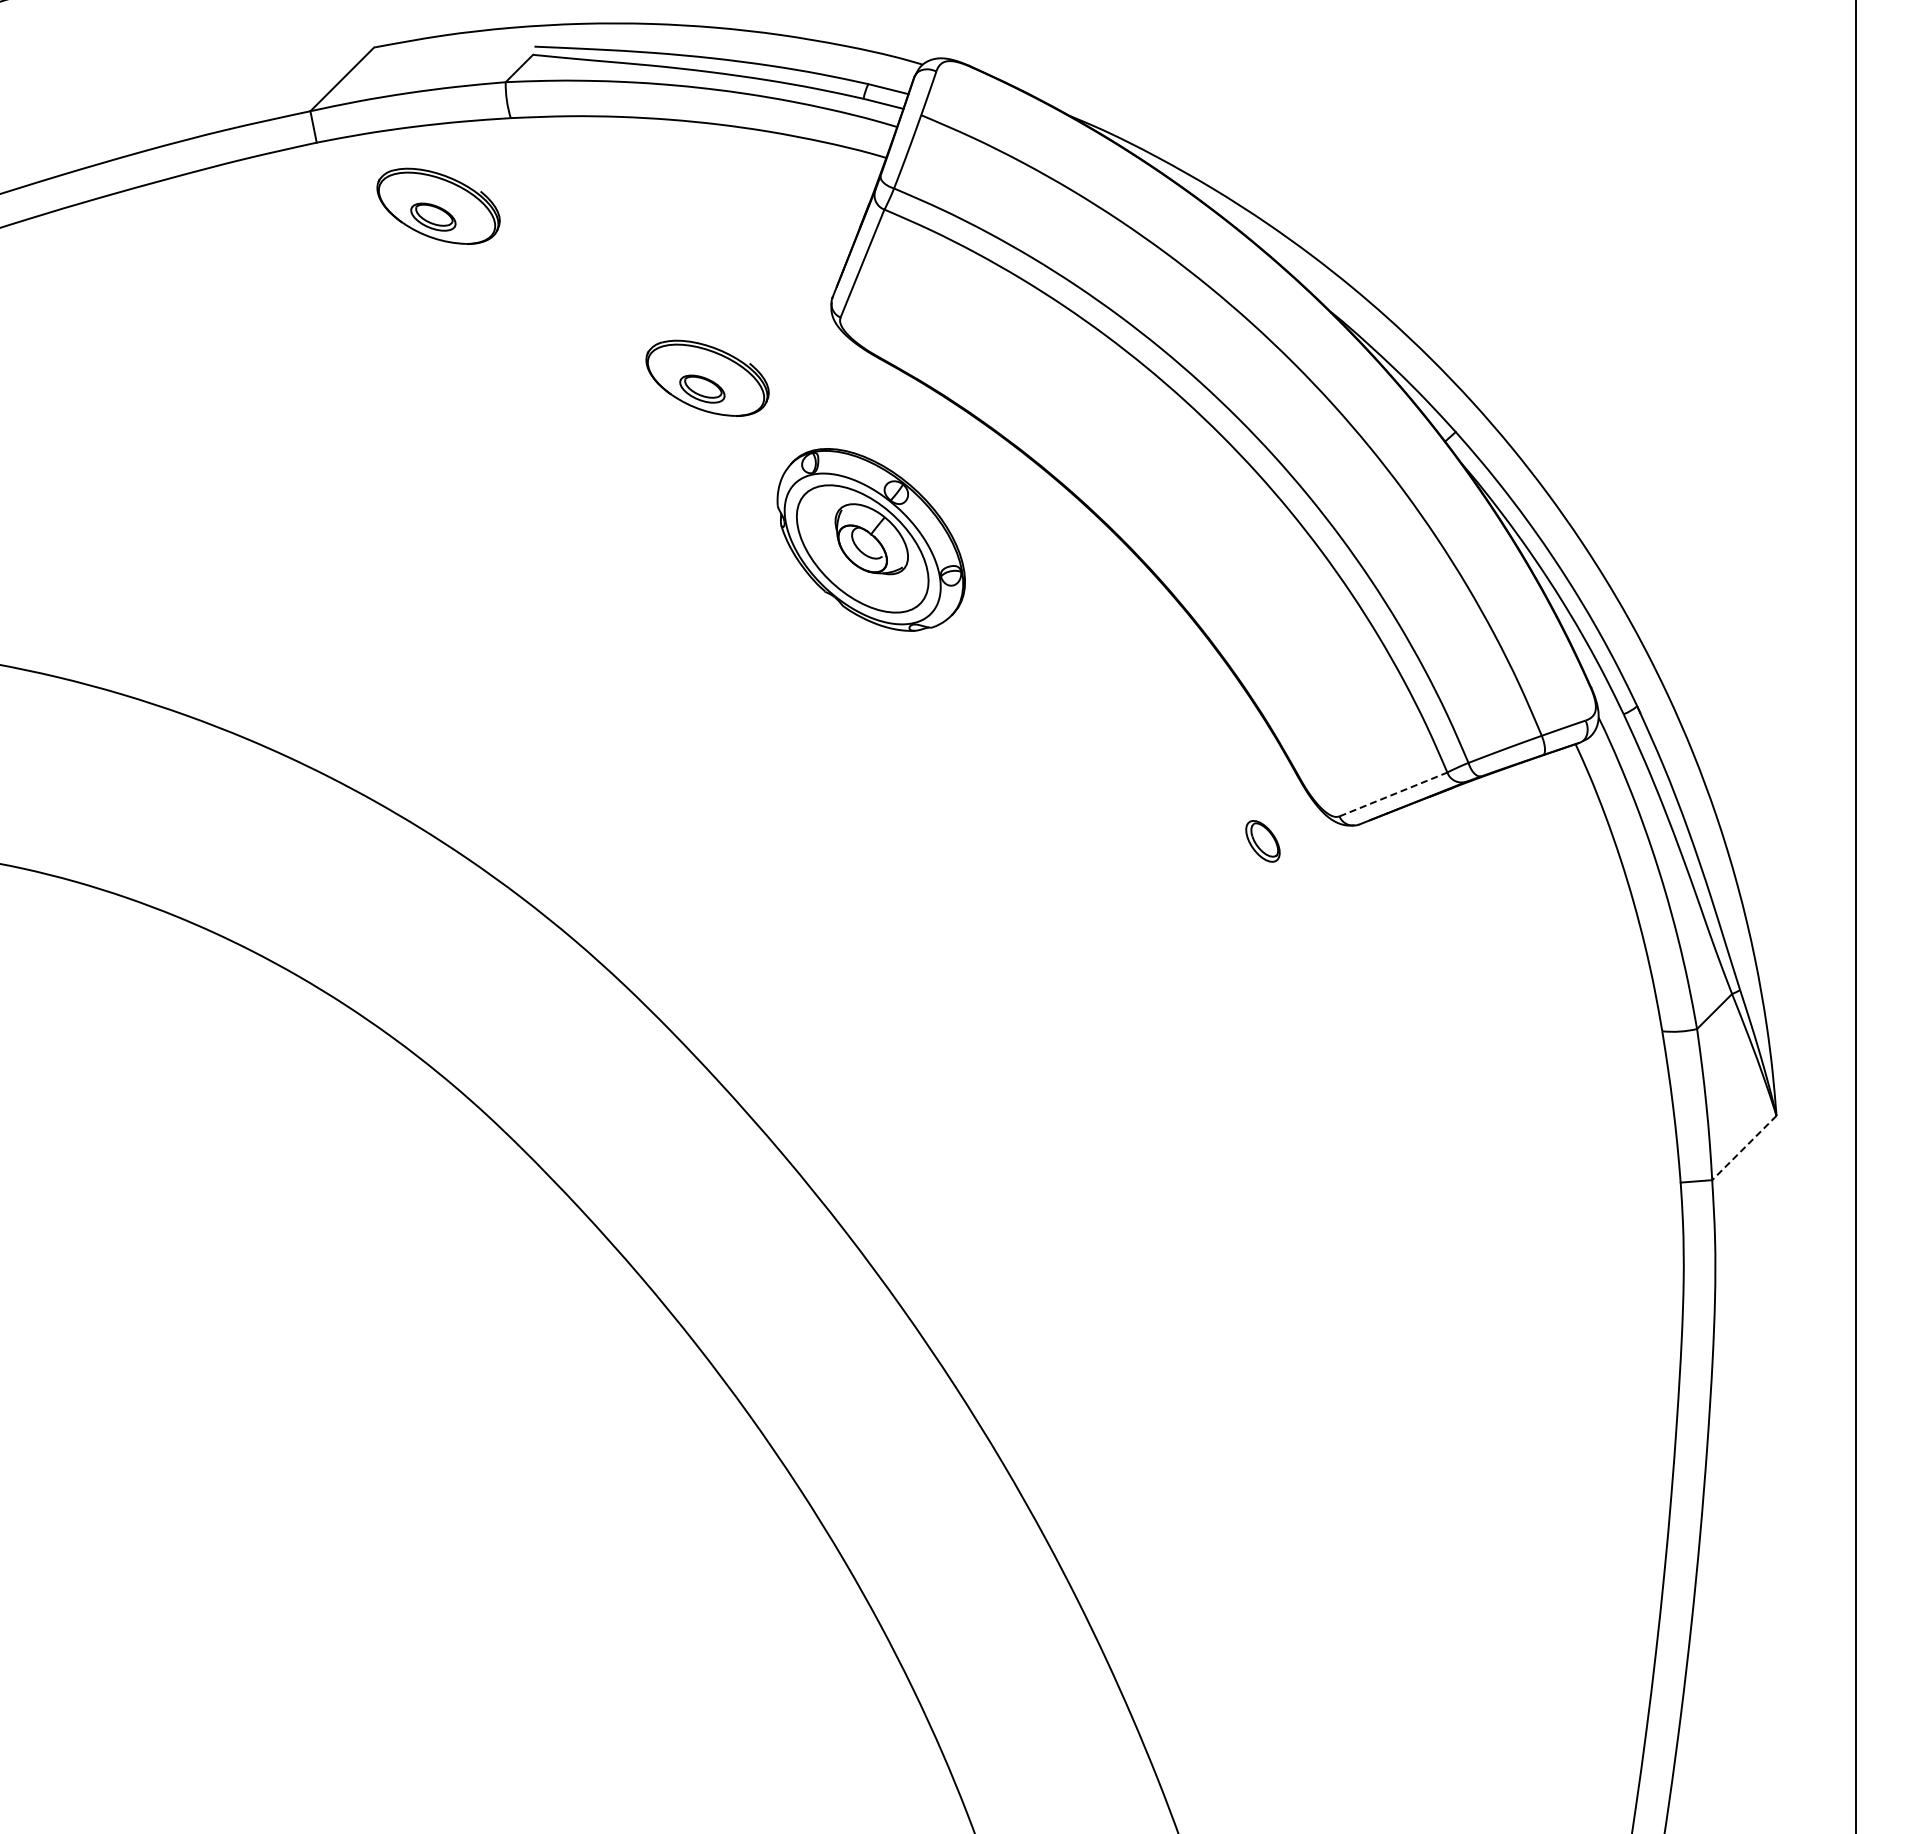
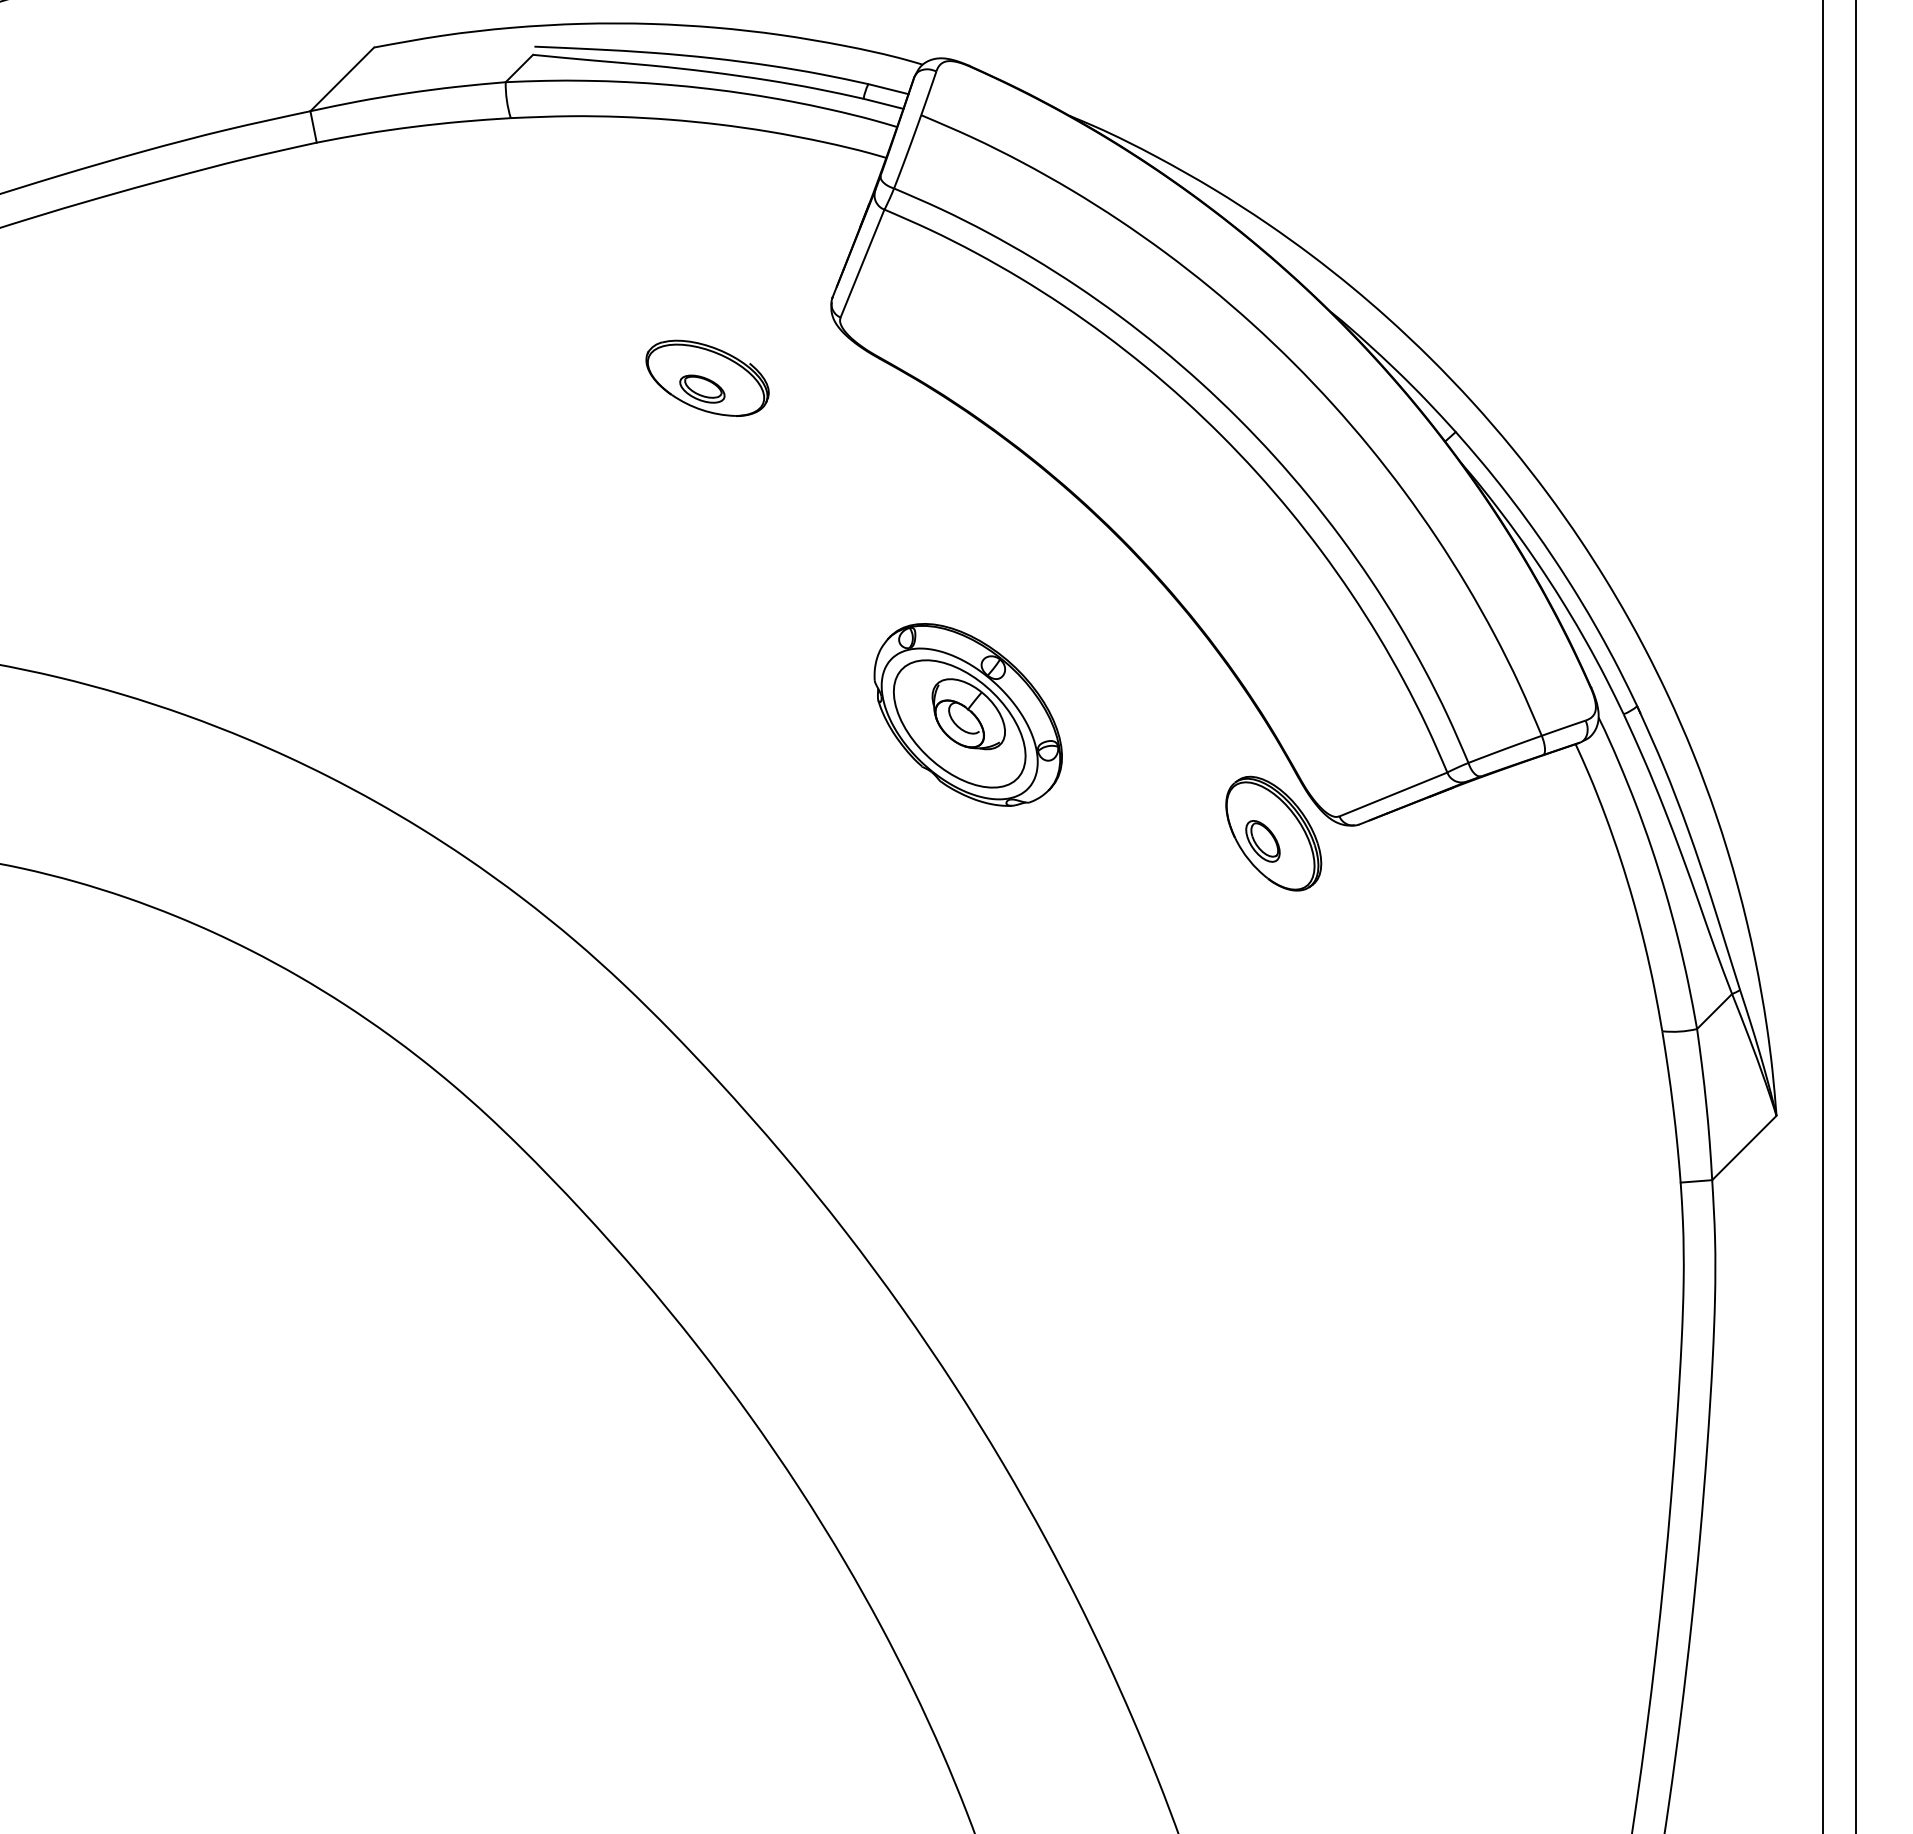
part at (438, 205): present -> none
part at (870, 539) position: (870, 539) -> (967, 714)
line at (1393, 794): dashed -> solid
part at (1273, 833): none -> present
line at (1823, 916): none -> present
line at (1744, 1148): dashed -> solid
